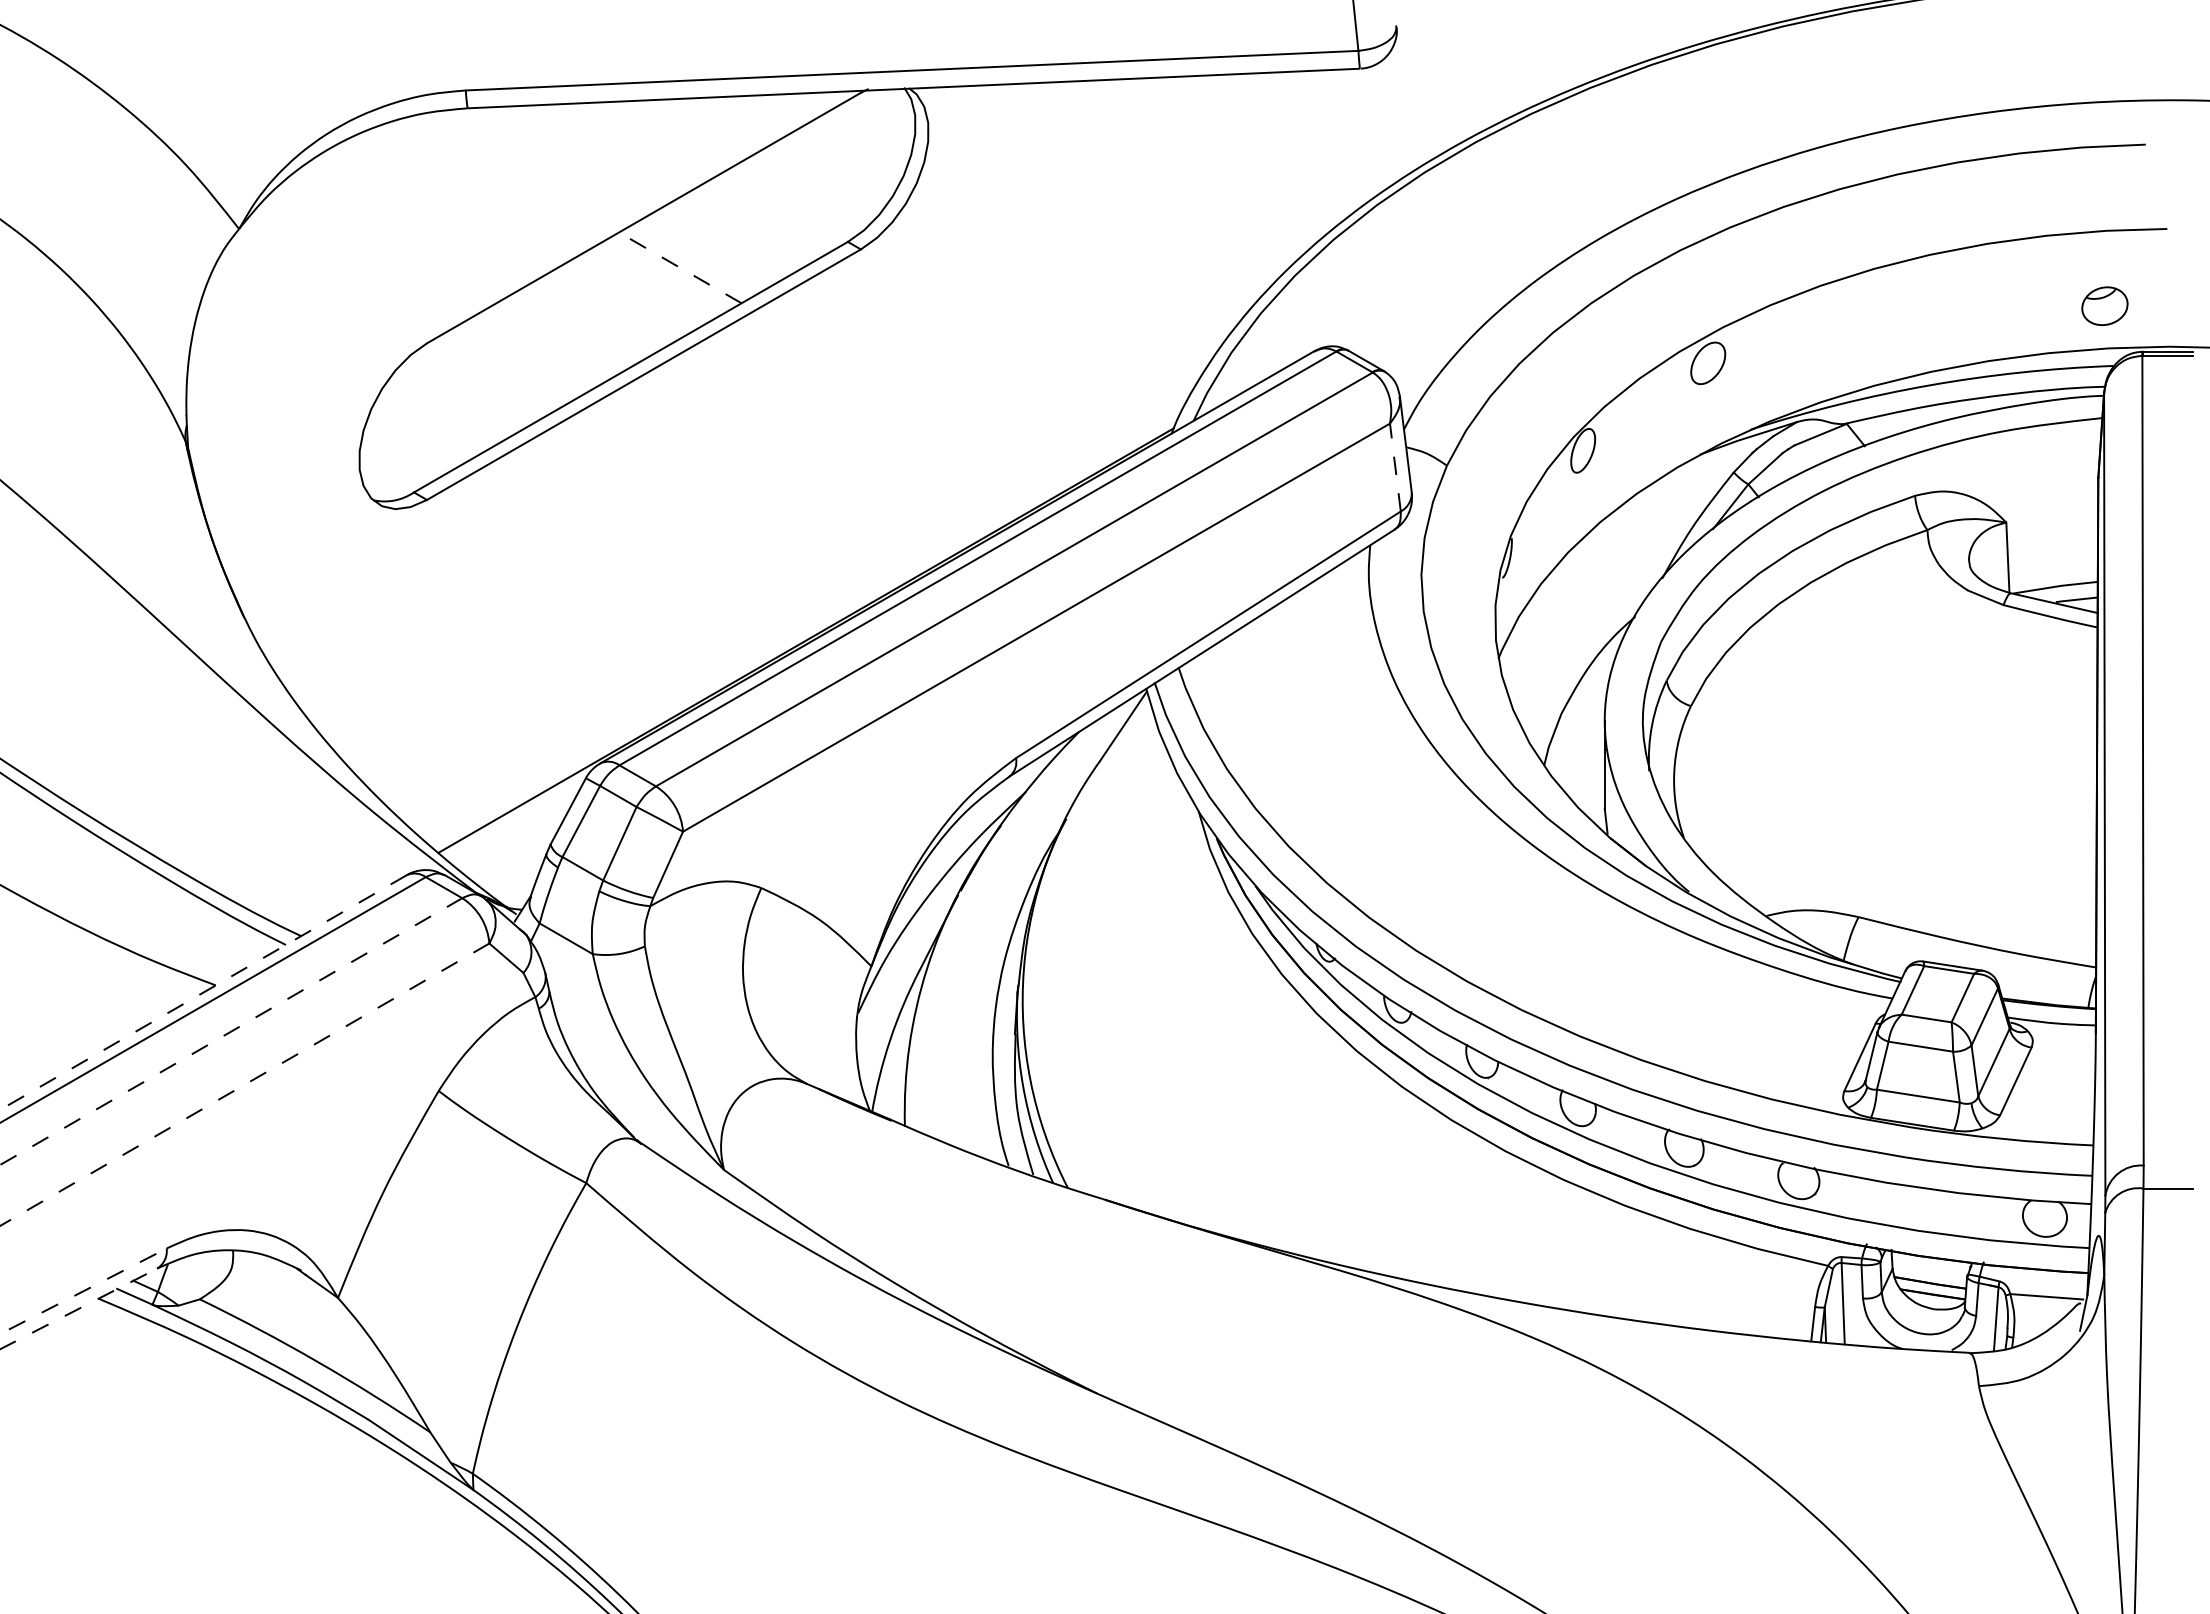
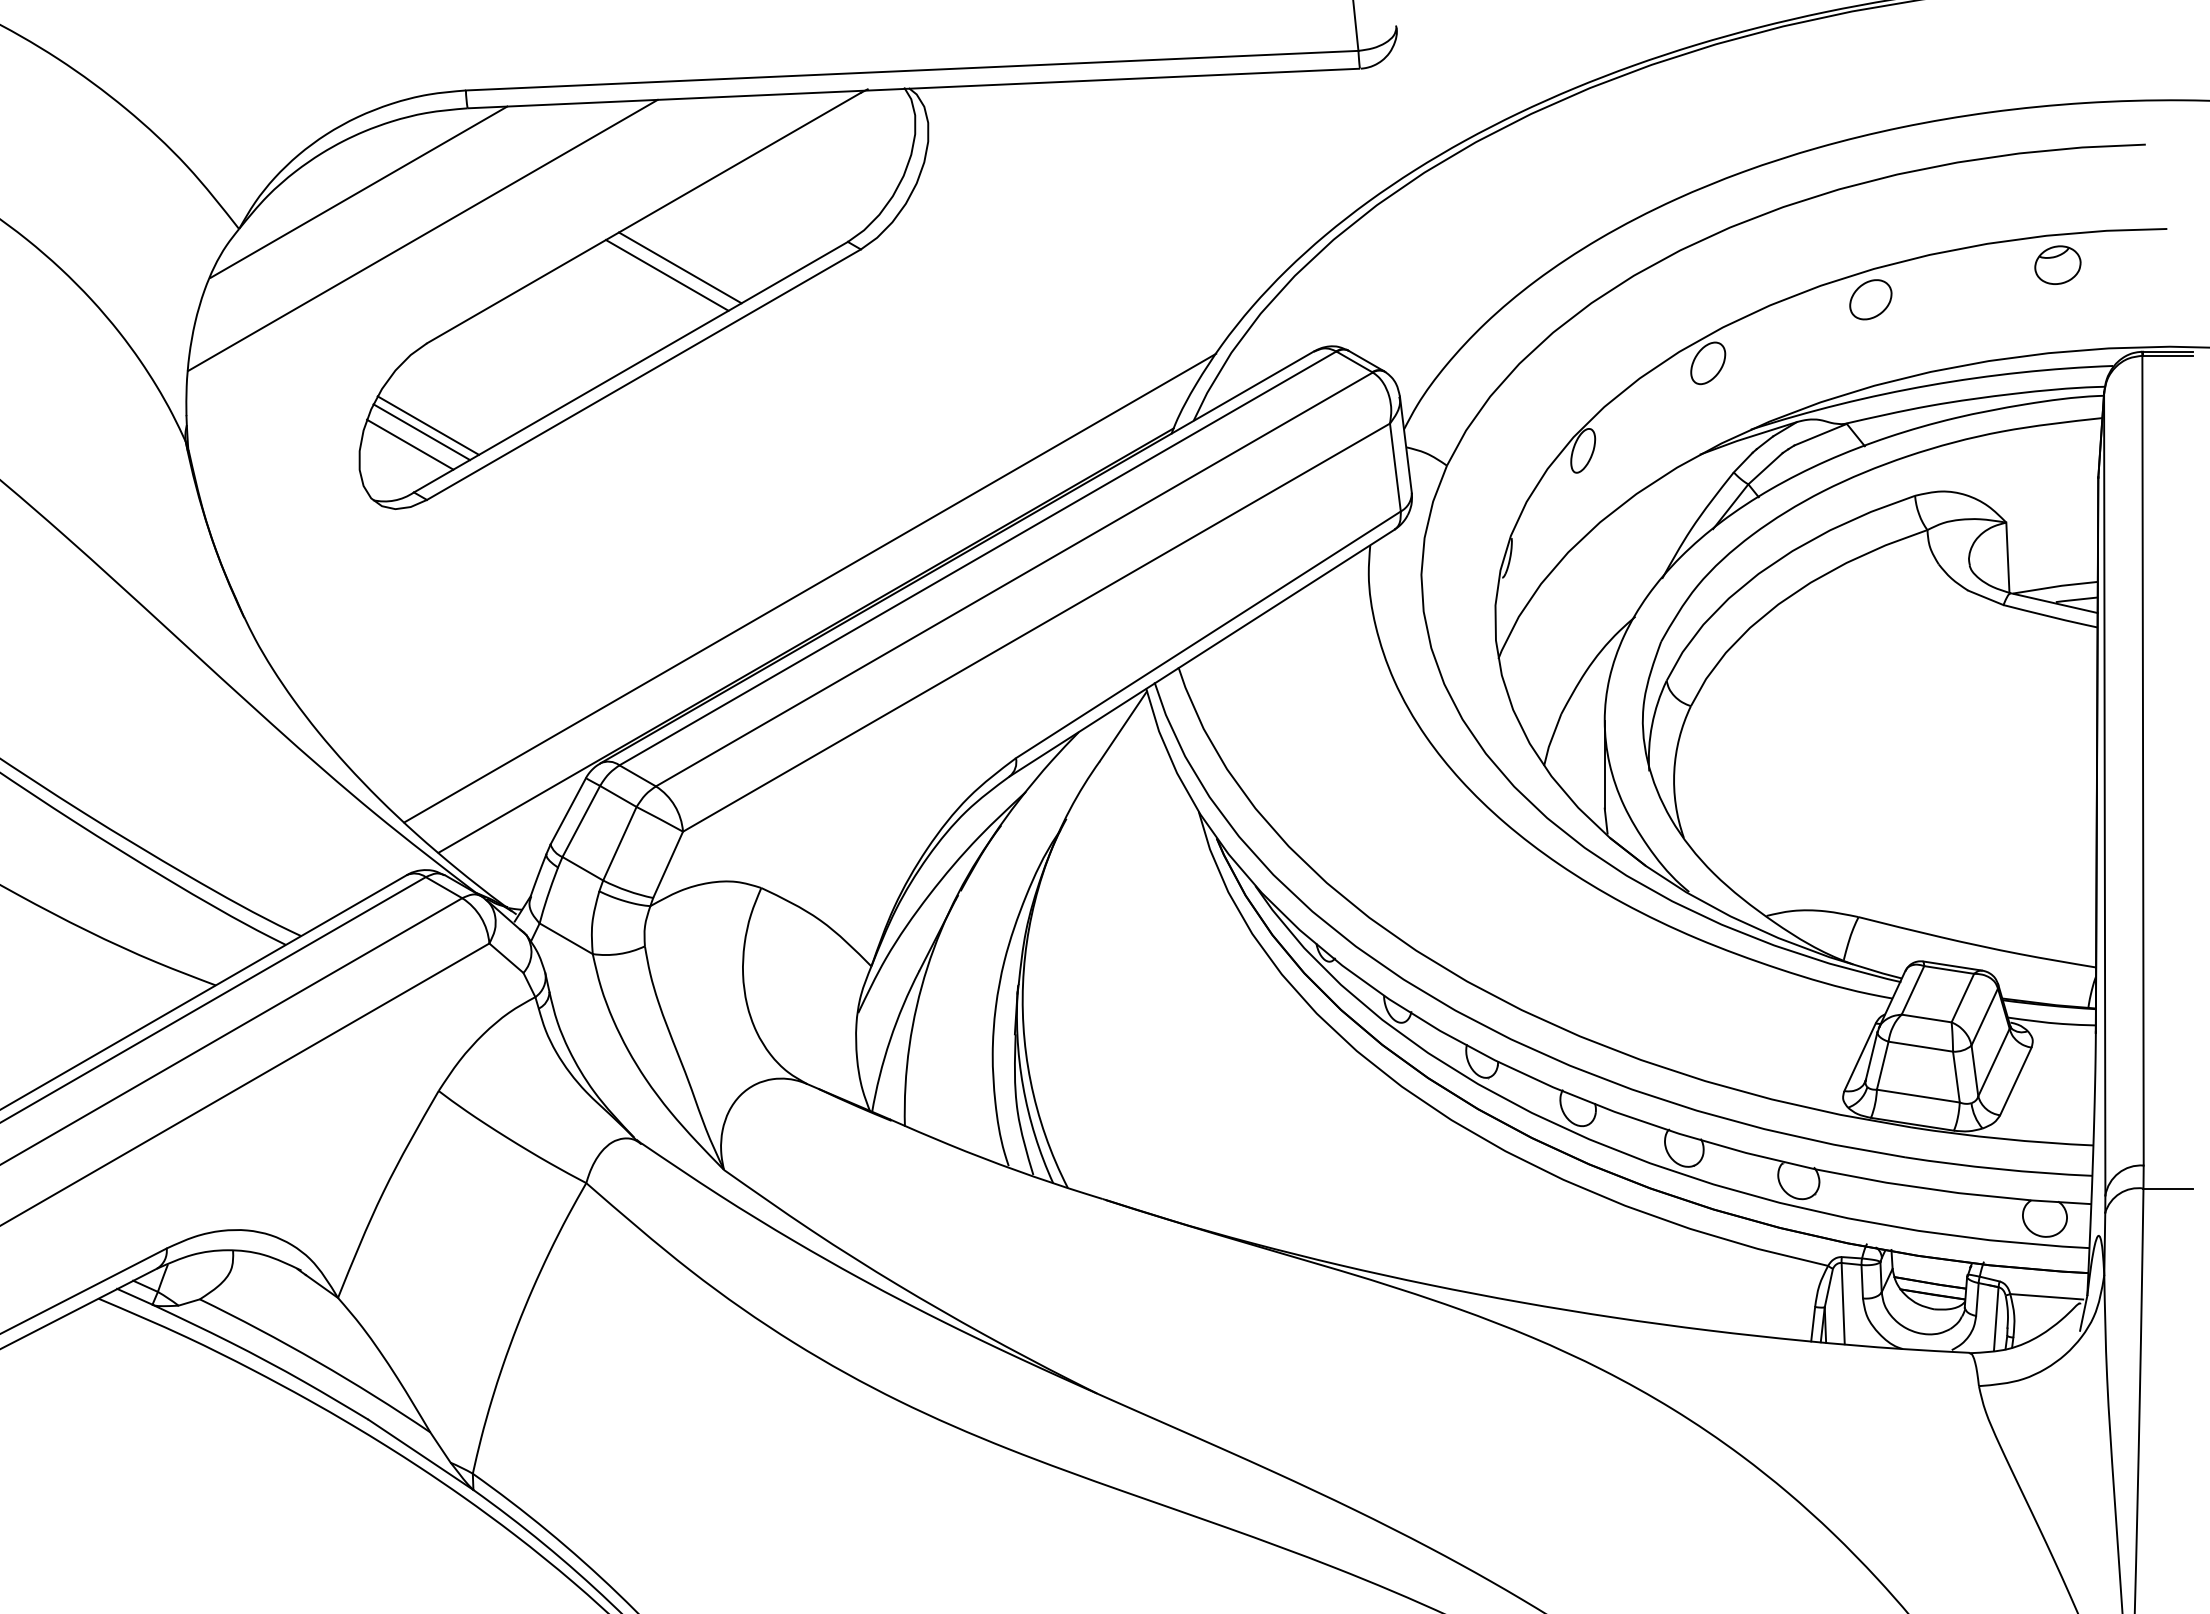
line at (358, 191): none -> present
line at (422, 235): none -> present
line at (680, 267): dashed -> solid
line at (666, 275): none -> present
part at (1870, 299): none -> present
part at (2104, 305) position: (2104, 305) -> (2057, 264)
line at (428, 425): none -> present
line at (421, 432): none -> present
line at (410, 444): none -> present
line at (1395, 467): dashed -> solid
line at (810, 587): none -> present
line at (203, 992): dashed -> solid
line at (231, 1031): dashed -> solid
line at (244, 1084): dashed -> solid
line at (84, 1290): dashed -> solid
line at (79, 1308): dashed -> solid
